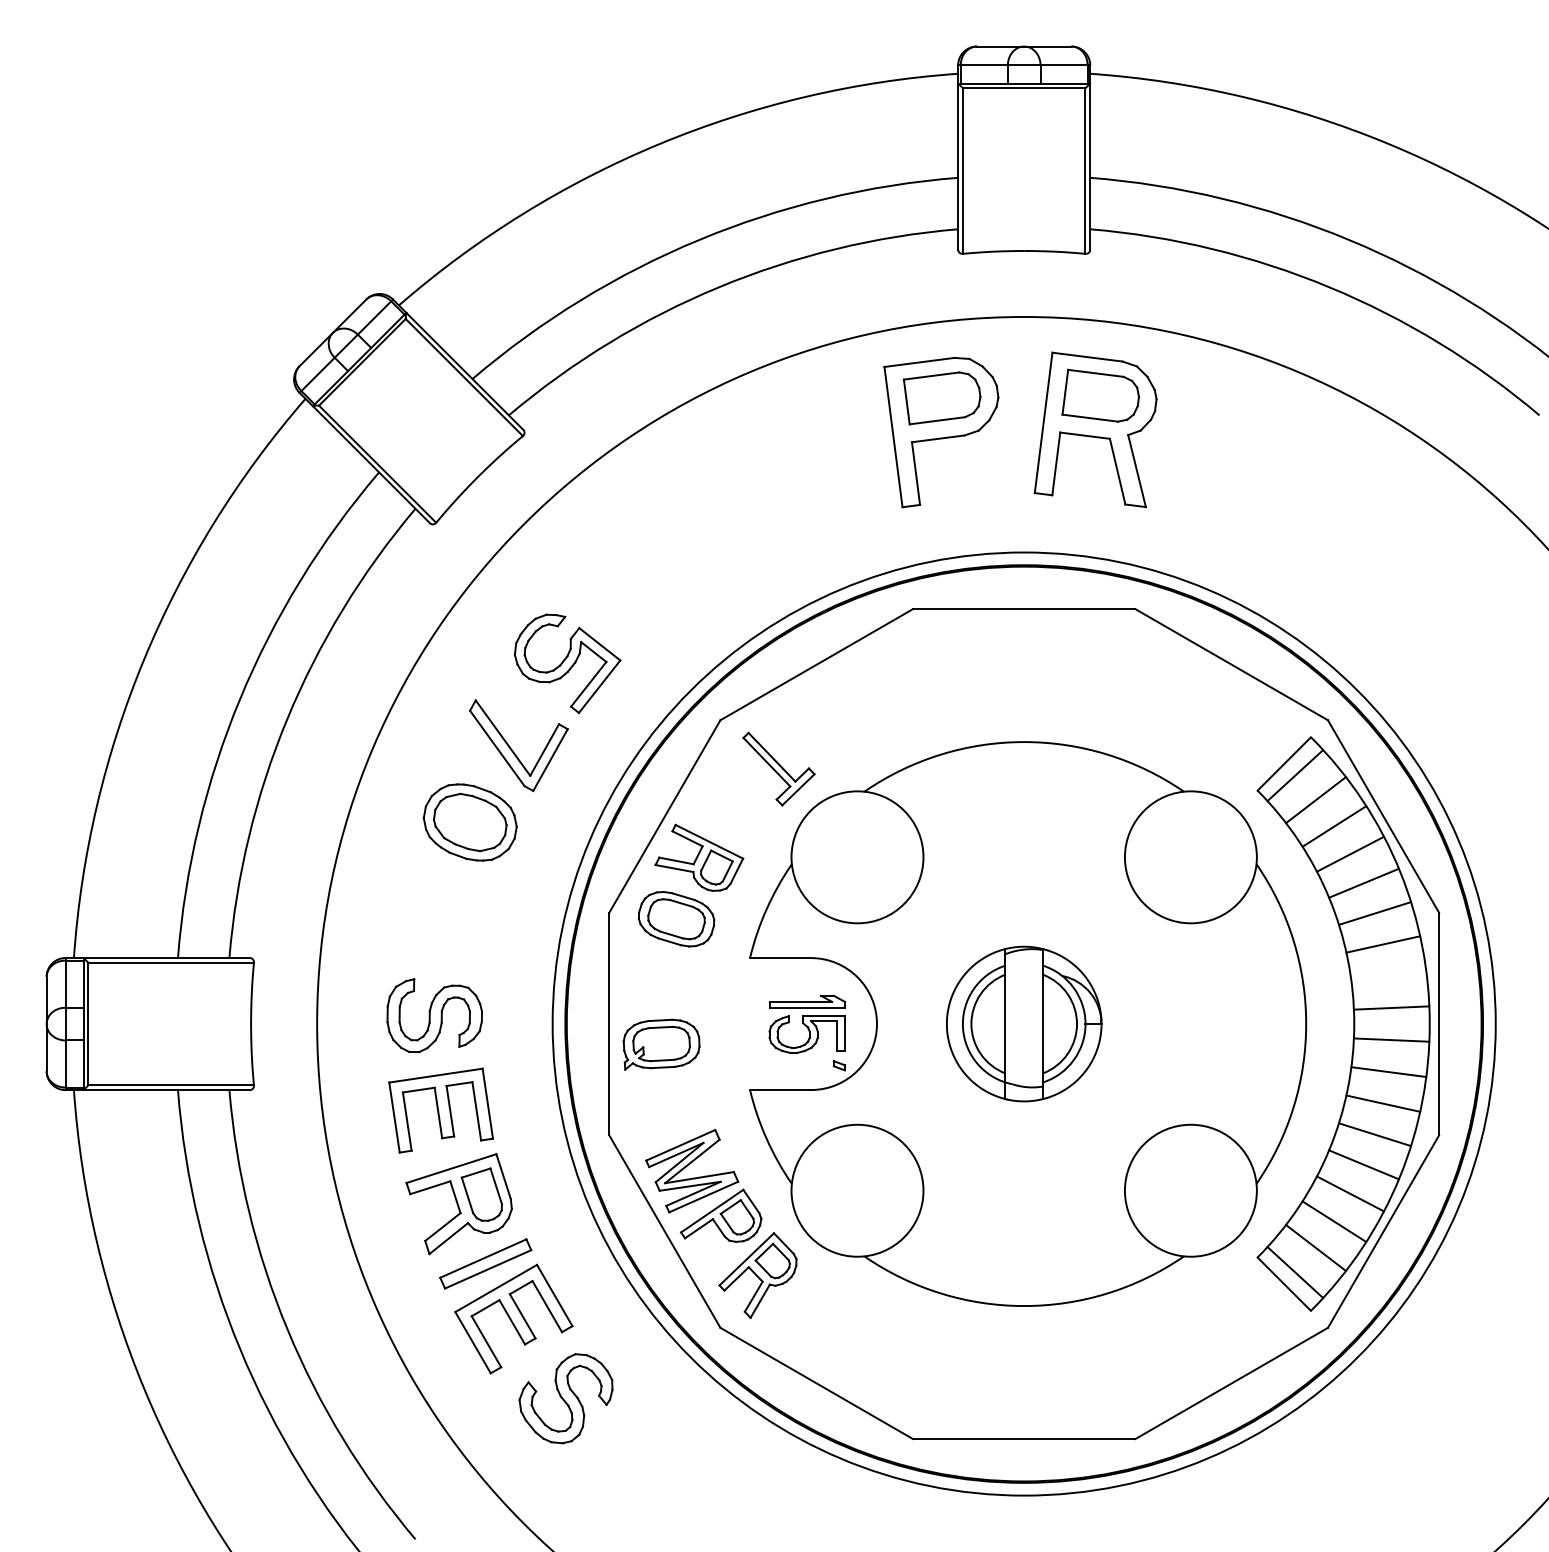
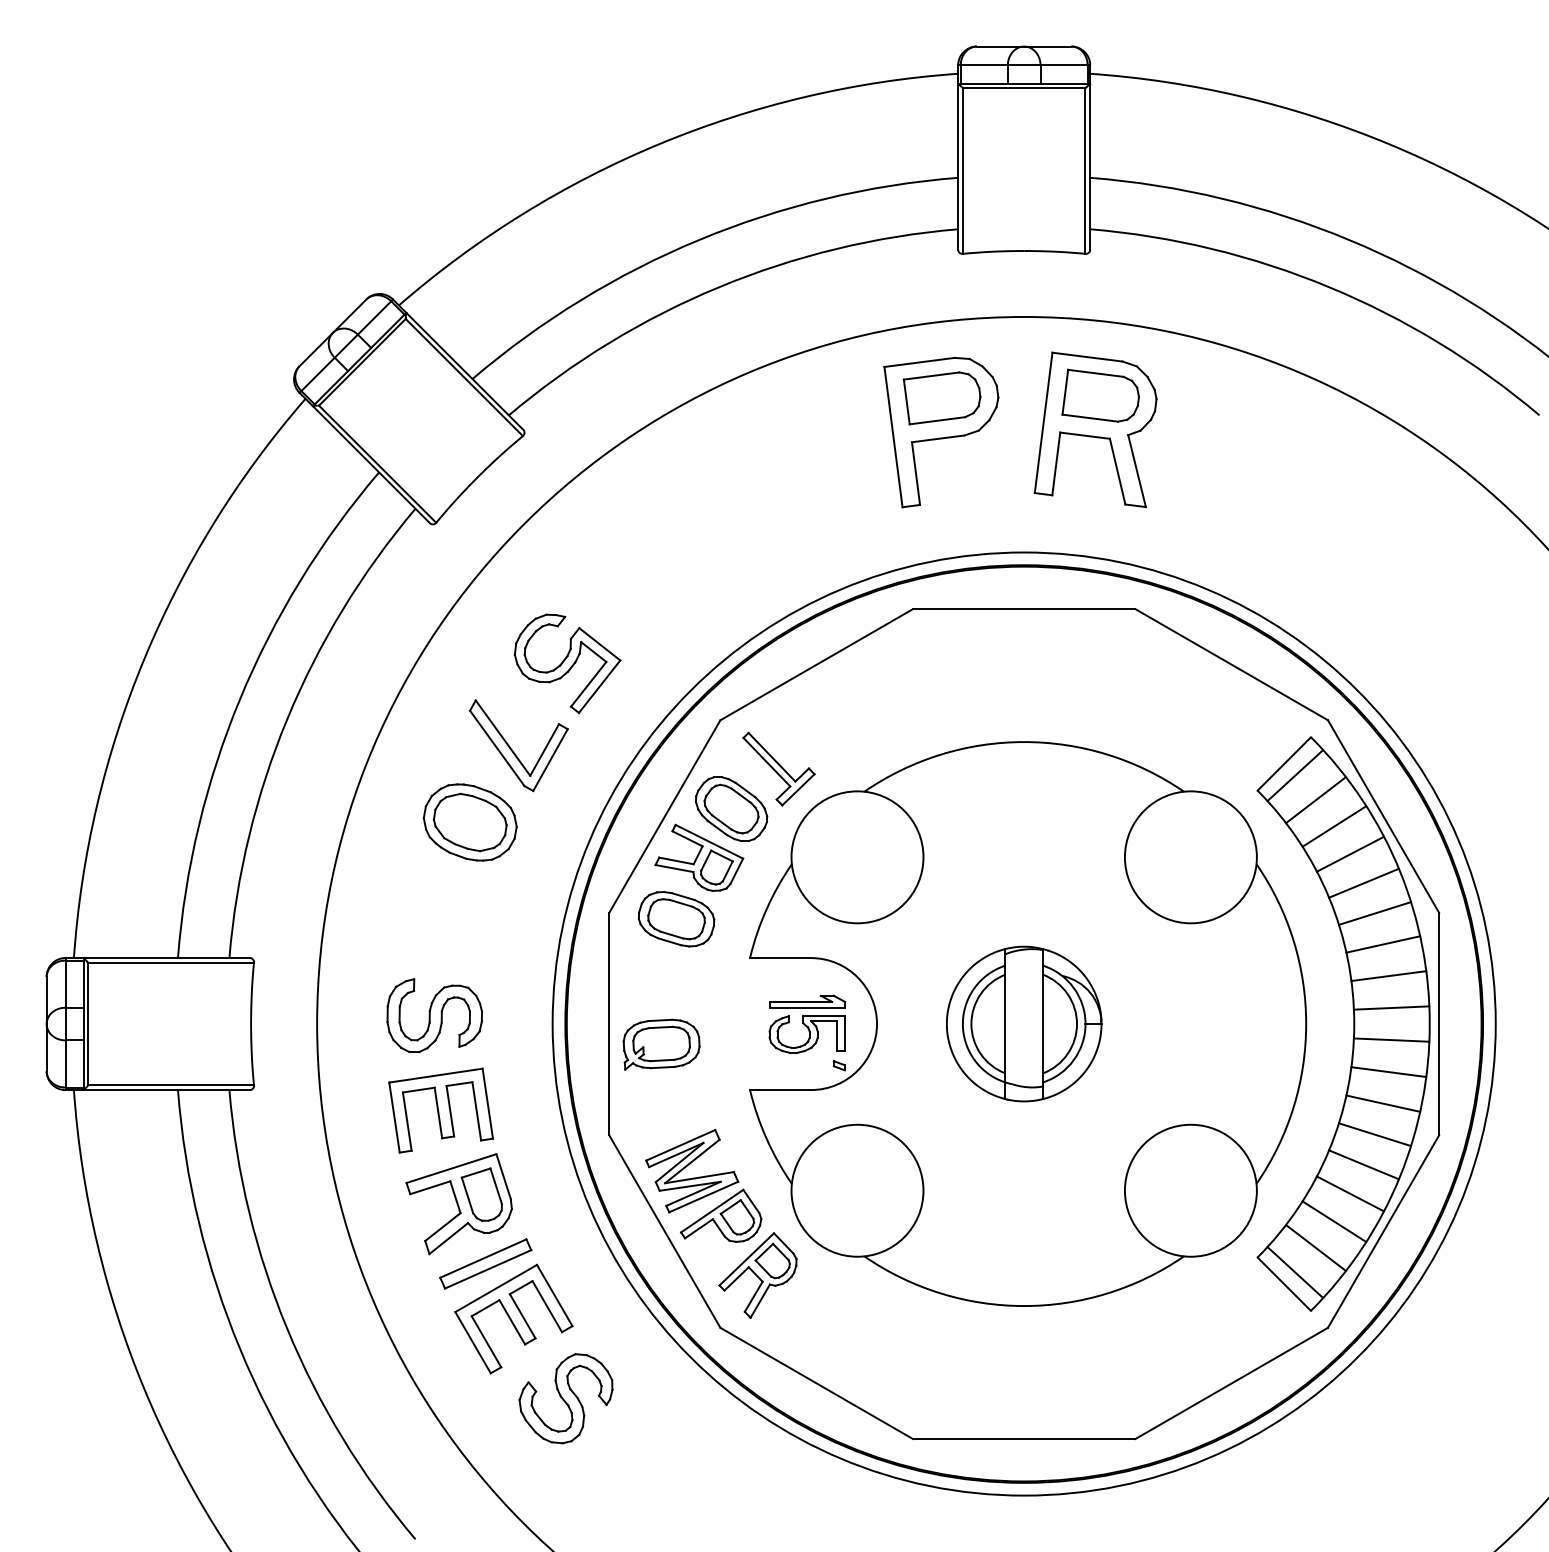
part at (731, 808): none -> present
line at (1388, 976): none -> present
